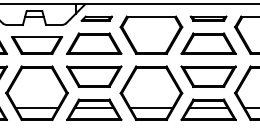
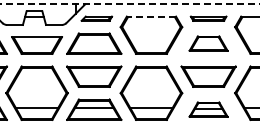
line at (130, 4): solid -> dashed
line at (151, 16): solid -> dashed
part at (208, 43) size: 57x23 px -> 41x17 px
part at (208, 109) size: 57x23 px -> 41x17 px
